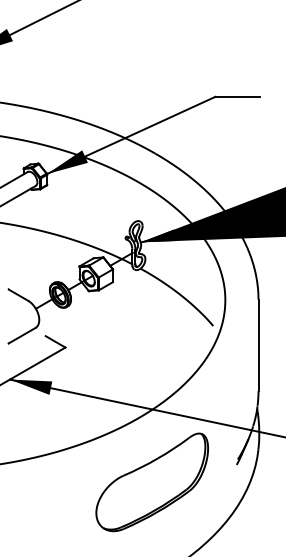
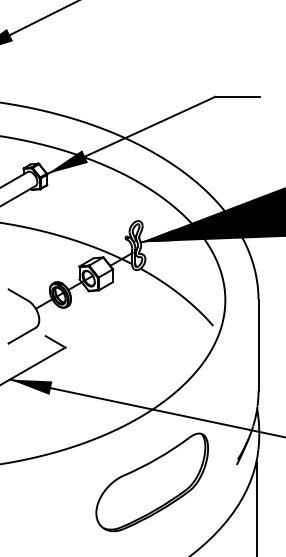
line at (256, 507): none -> present
